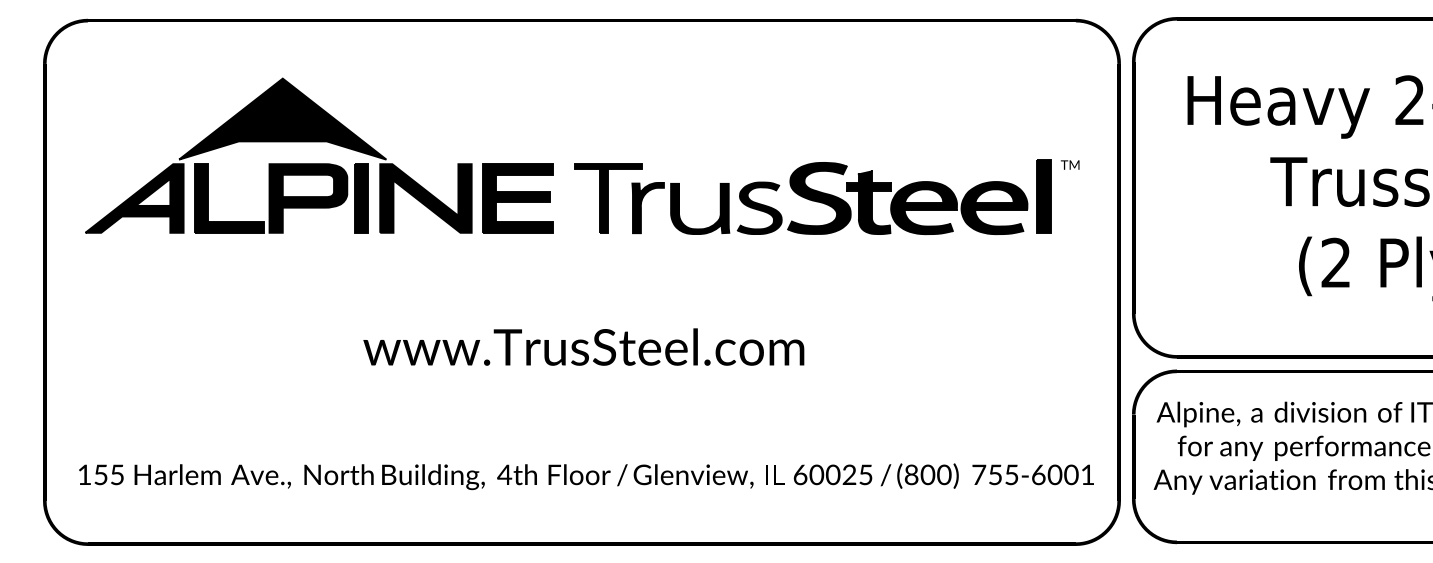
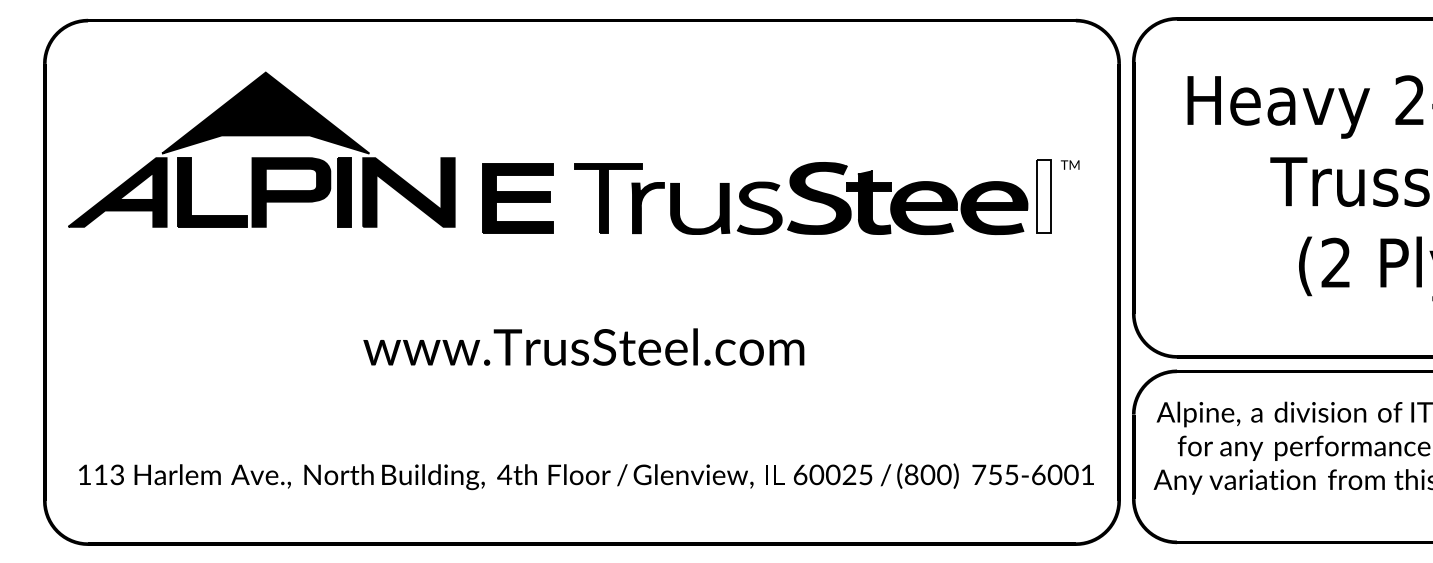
part at (278, 163) position: (278, 163) -> (261, 157)
fill at (1043, 196): present -> none
text at (108, 474): 155 -> 113
